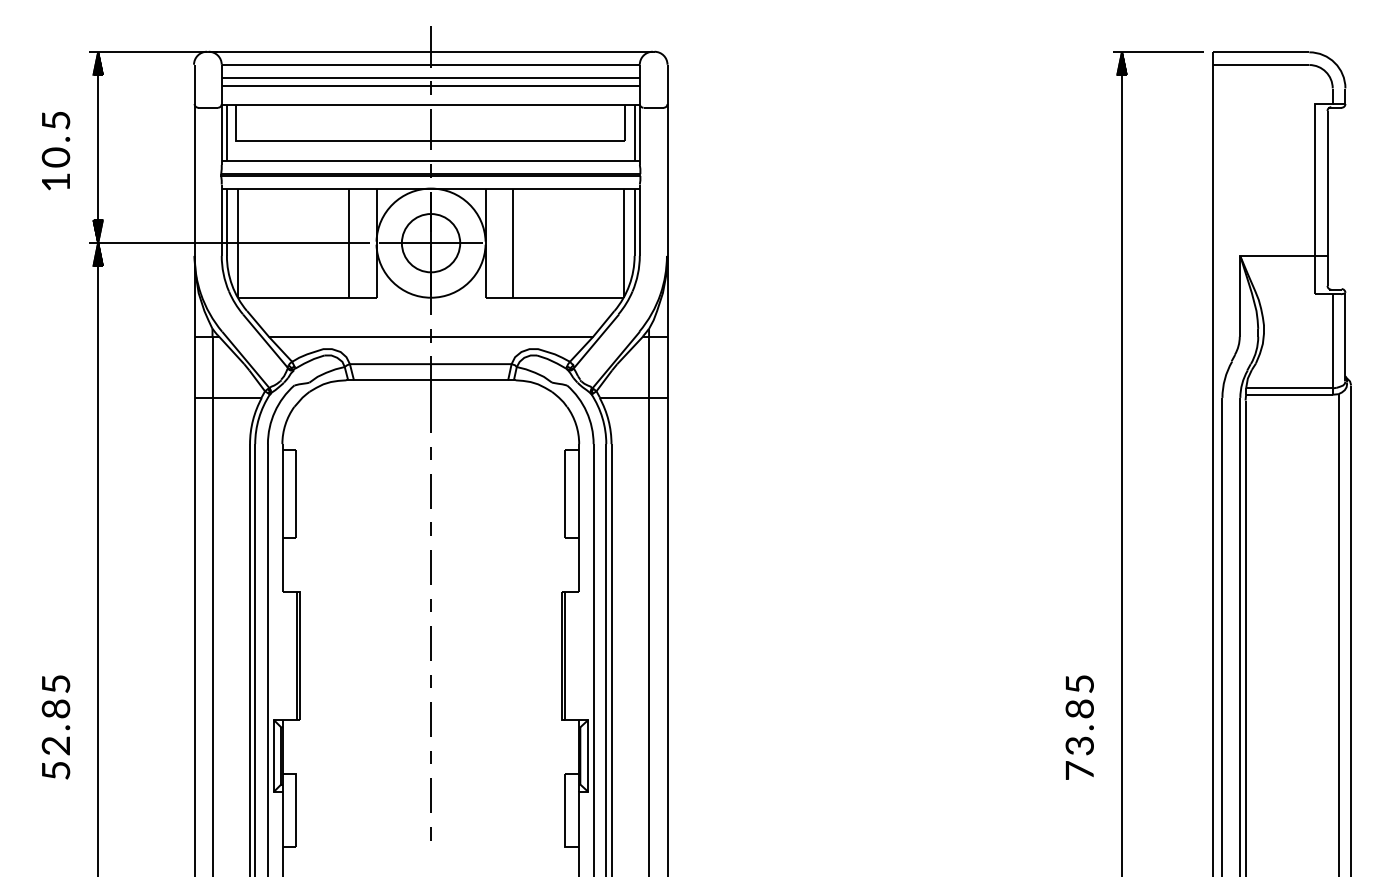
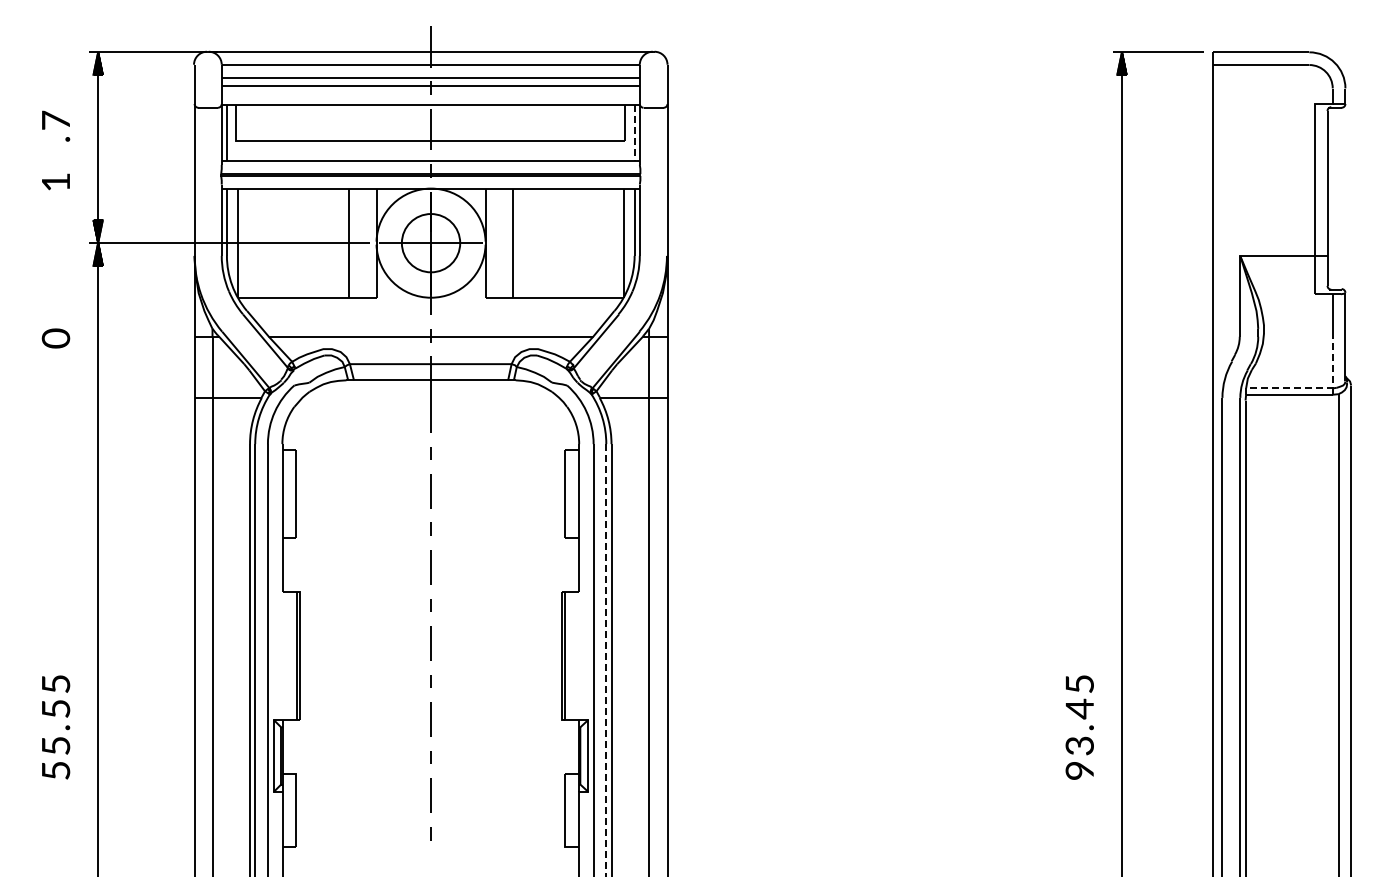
text at (56, 119): 5 -> 7
line at (634, 133): solid -> dashed
text at (55, 157) position: (55, 157) -> (55, 338)
line at (1317, 388): solid -> dashed
line at (606, 660): solid -> dashed
text at (55, 708): 8 -> 5
text at (1079, 708): 8 -> 4
text at (55, 745): 2 -> 5
text at (1079, 770): 7 -> 9
